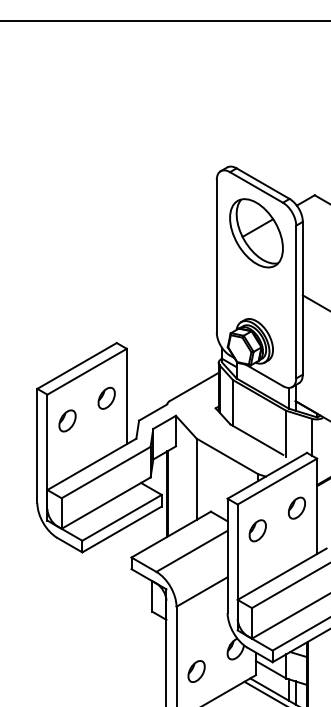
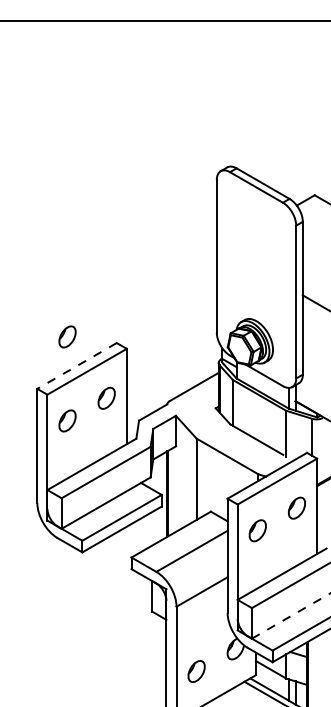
part at (256, 233): present -> none
part at (67, 336): none -> present
line at (77, 365): solid -> dashed
line at (291, 615): solid -> dashed
